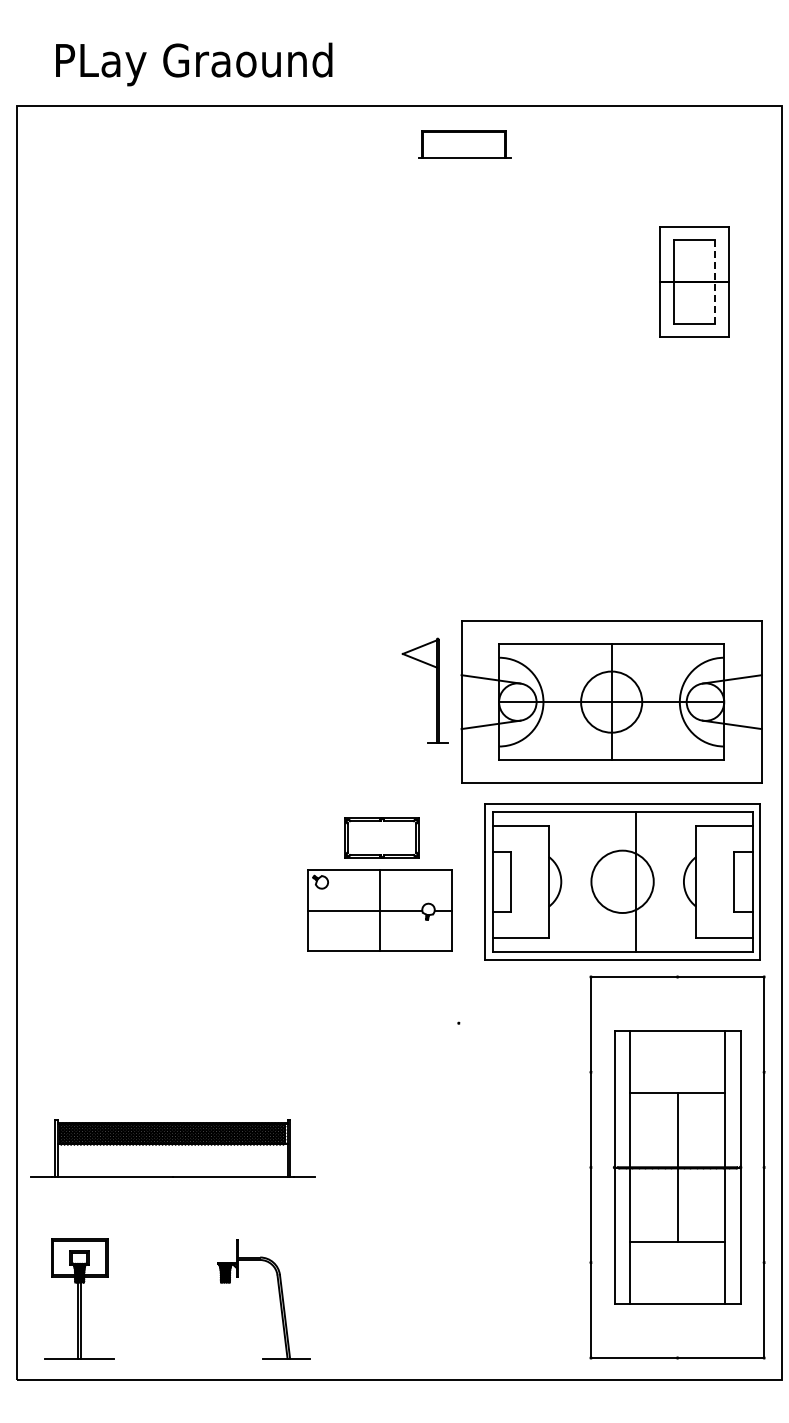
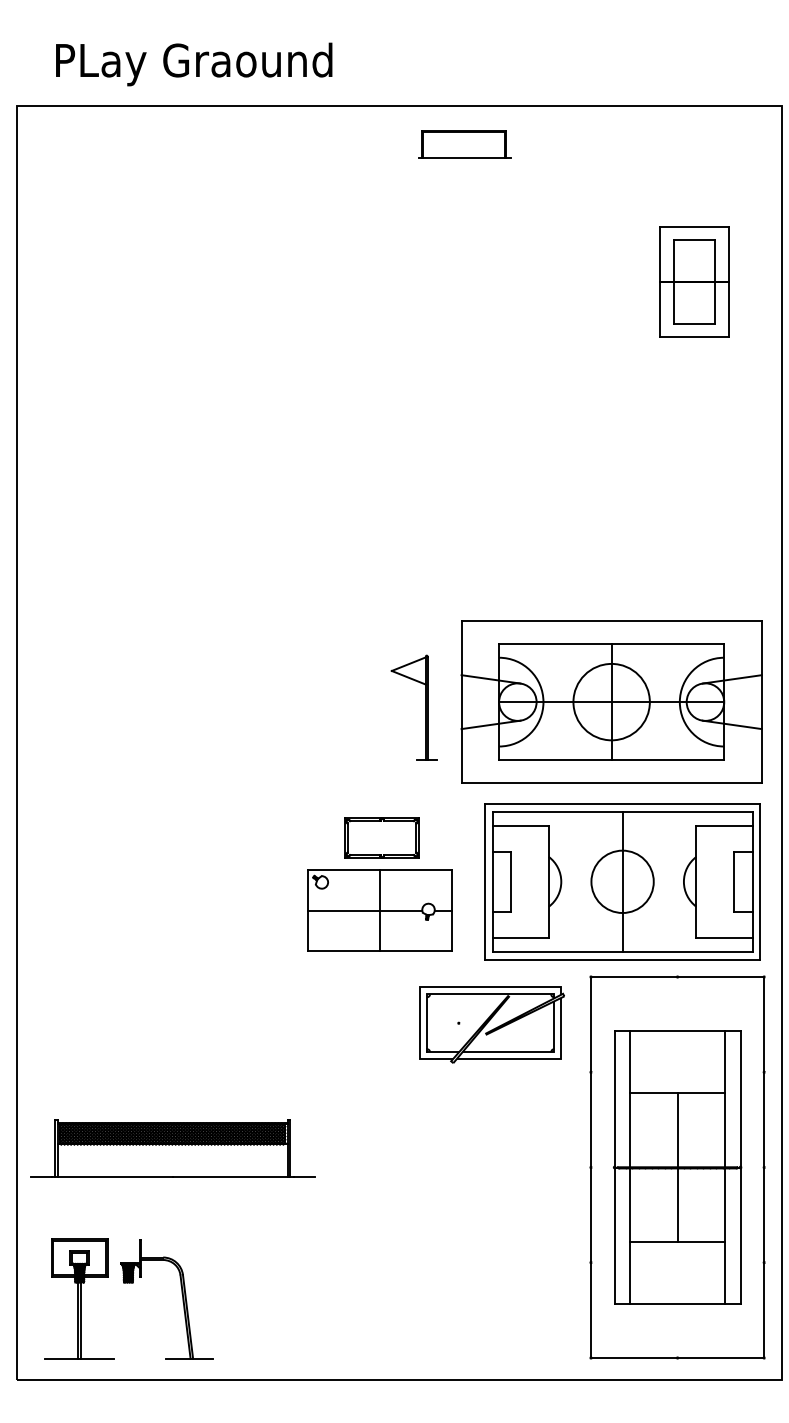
line at (715, 282): dashed -> solid
part at (436, 690) position: (436, 690) -> (425, 707)
circle at (611, 701) diameter: 61 px -> 76 px
line at (635, 881) position: (635, 881) -> (622, 881)
part at (491, 1024): none -> present
part at (278, 1294) position: (278, 1294) -> (181, 1294)
